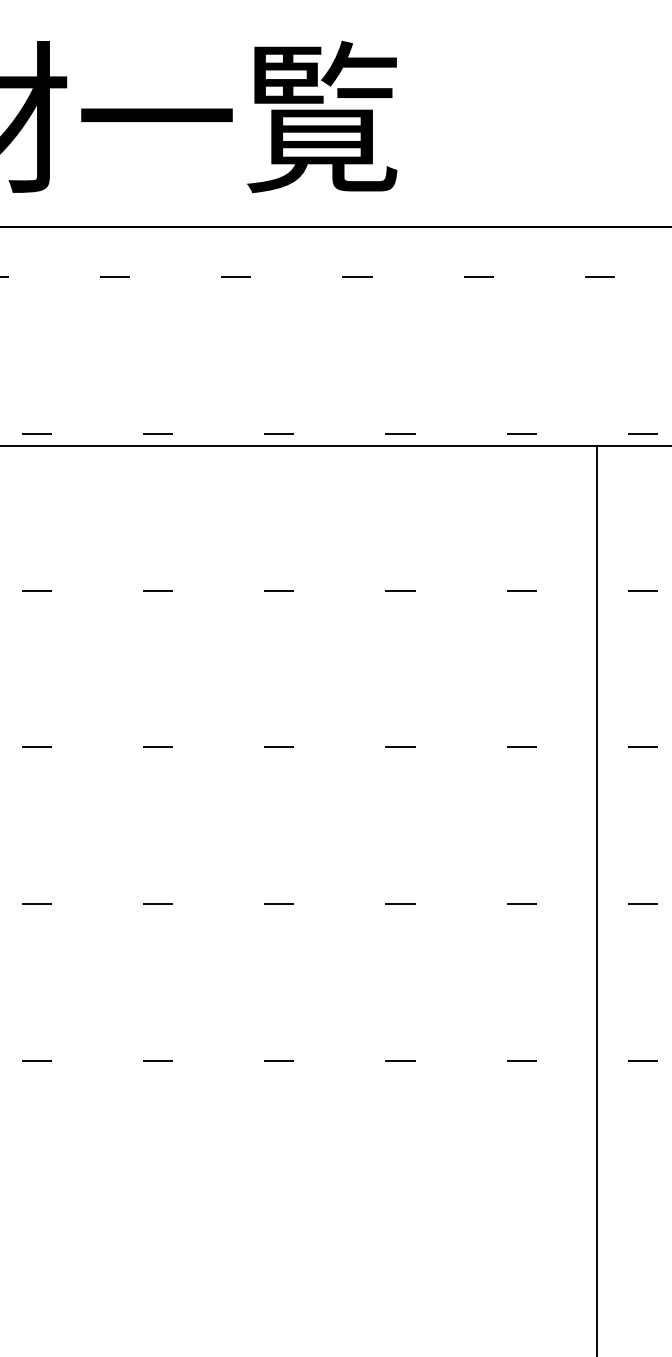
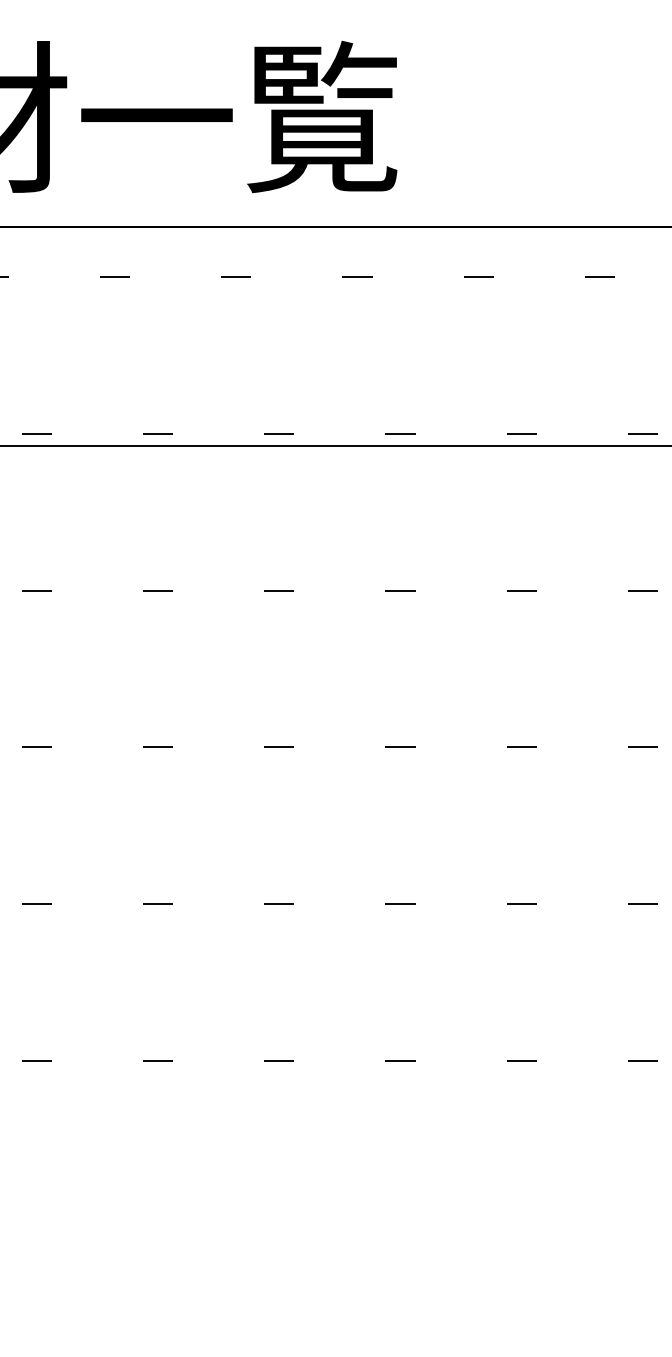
line at (596, 899): present -> none
